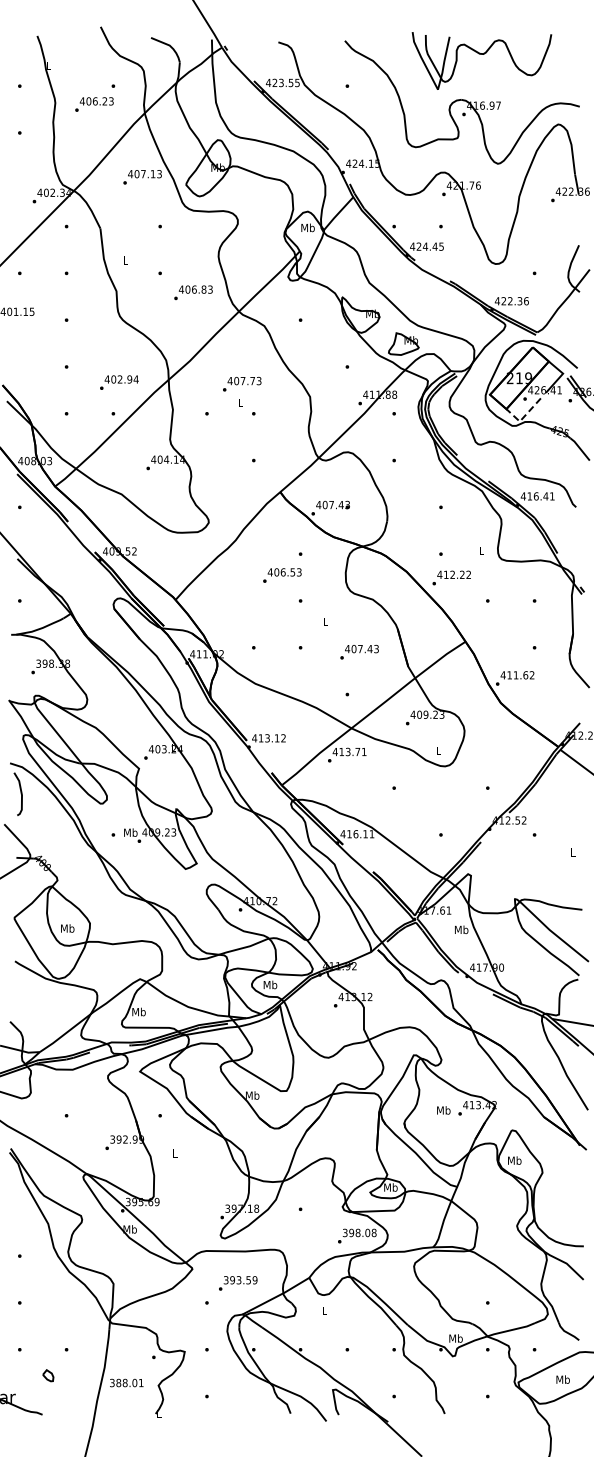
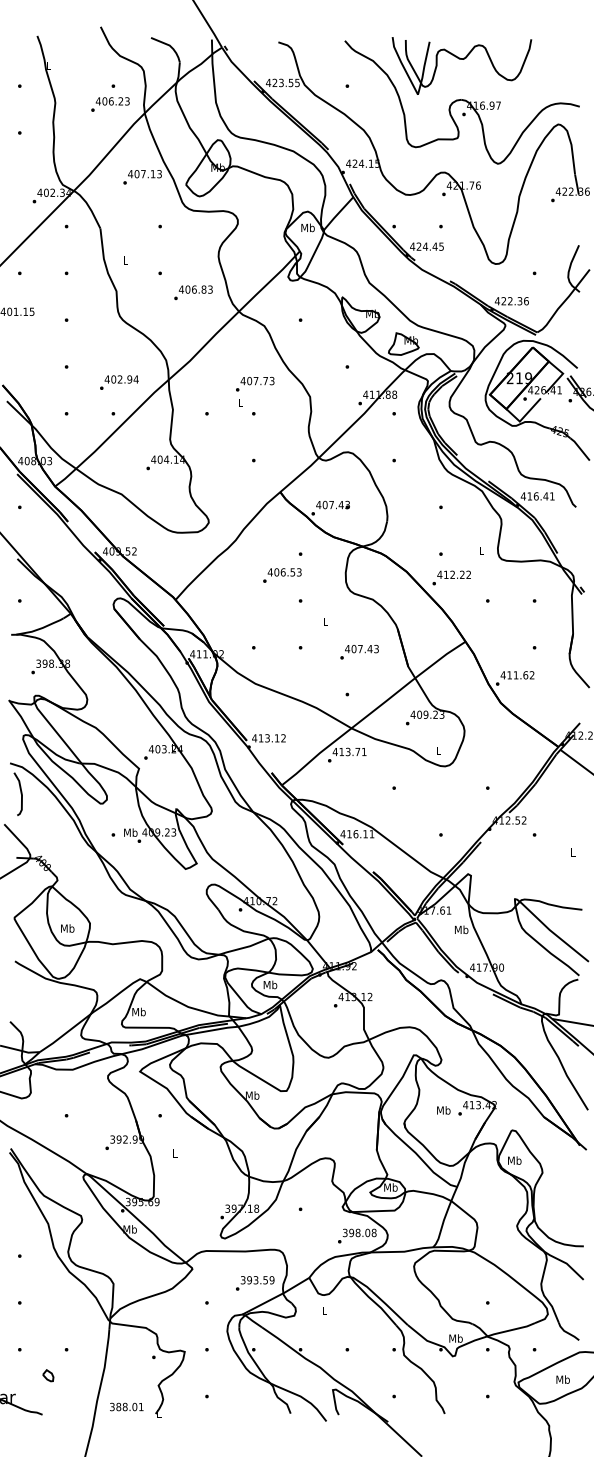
part at (481, 60) position: (481, 60) -> (461, 65)
text at (94, 104) position: (94, 104) -> (110, 104)
text at (242, 383) position: (242, 383) -> (255, 383)
line at (523, 417): dashed -> solid
text at (238, 1283) position: (238, 1283) -> (255, 1283)
text at (126, 1382) position: (126, 1382) -> (126, 1406)
